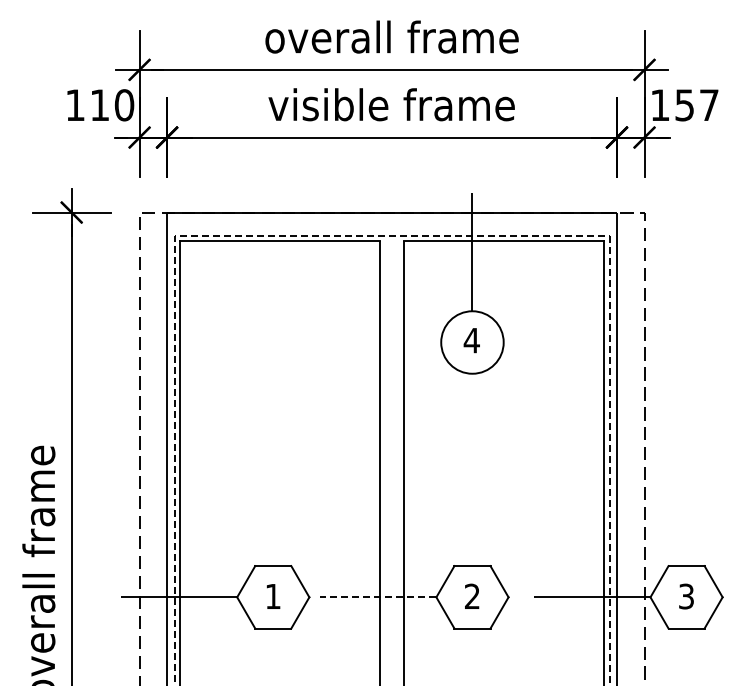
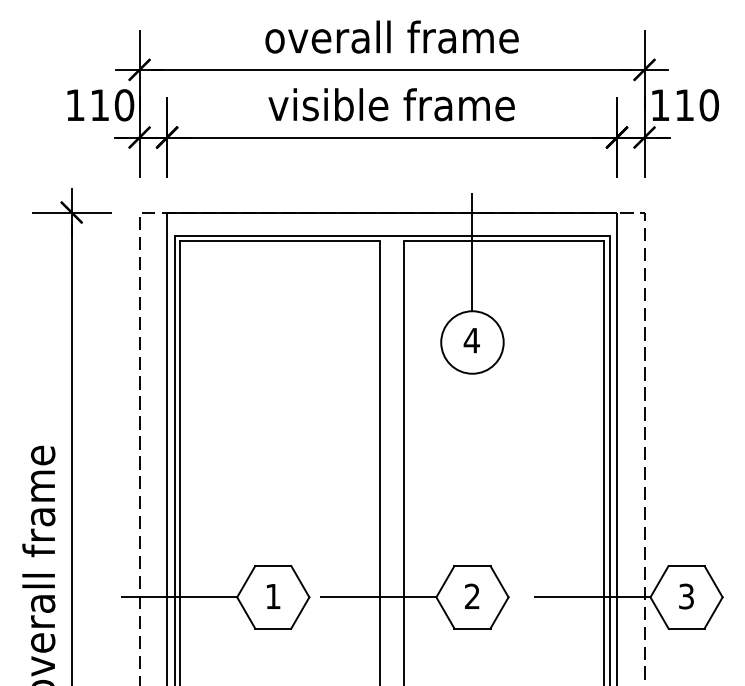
text at (696, 105): 157 -> 110
line at (391, 236): dashed -> solid
line at (377, 597): dashed -> solid
